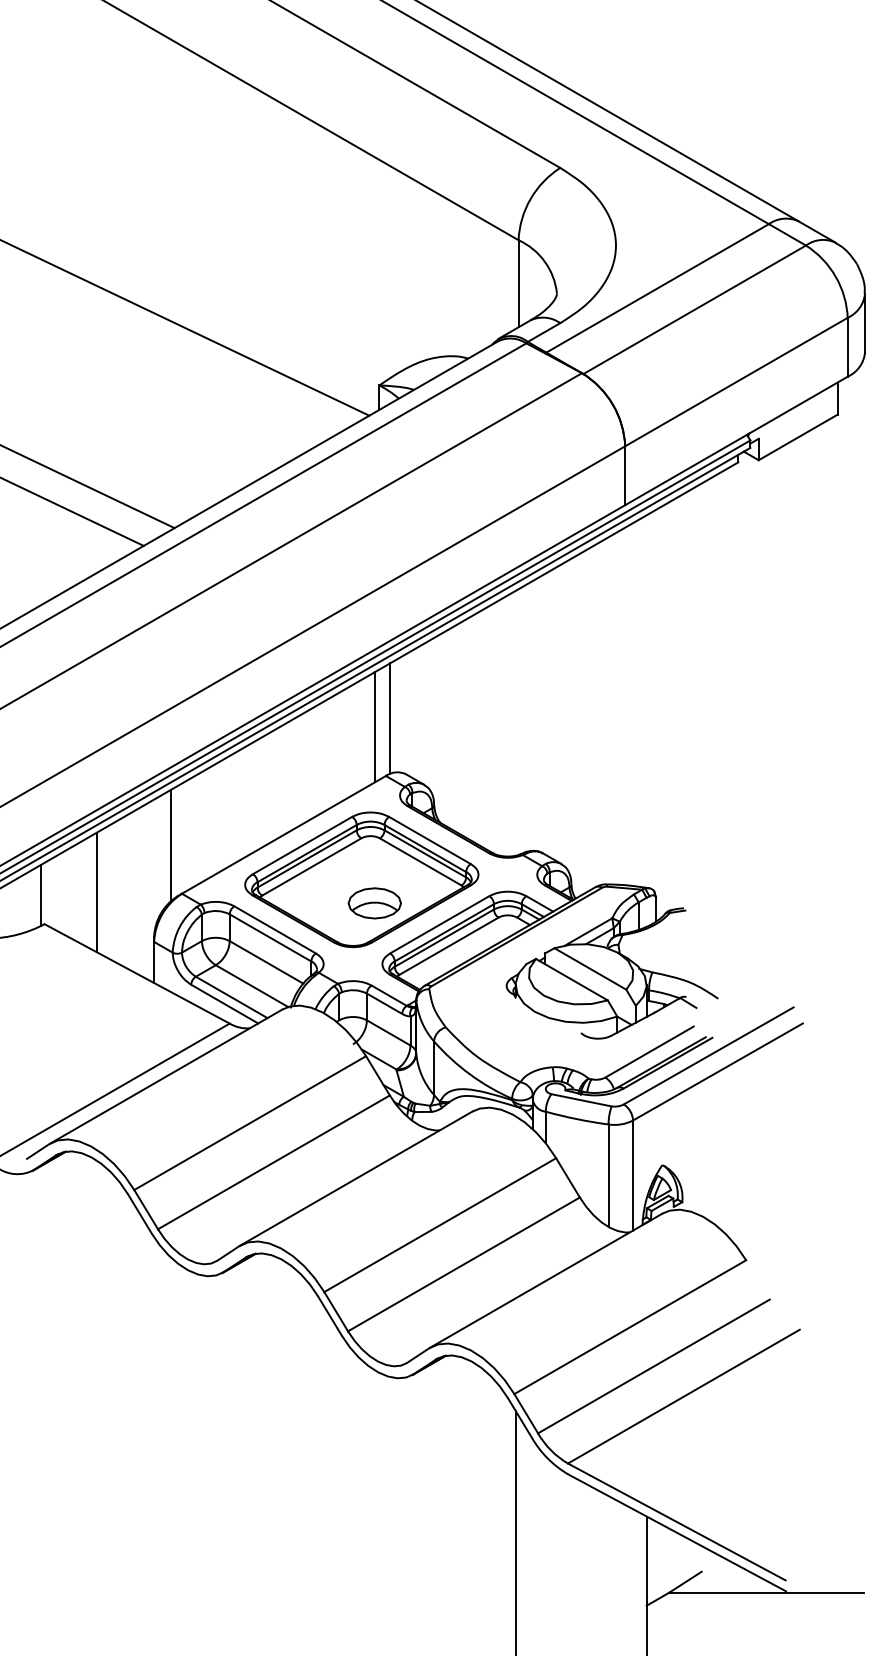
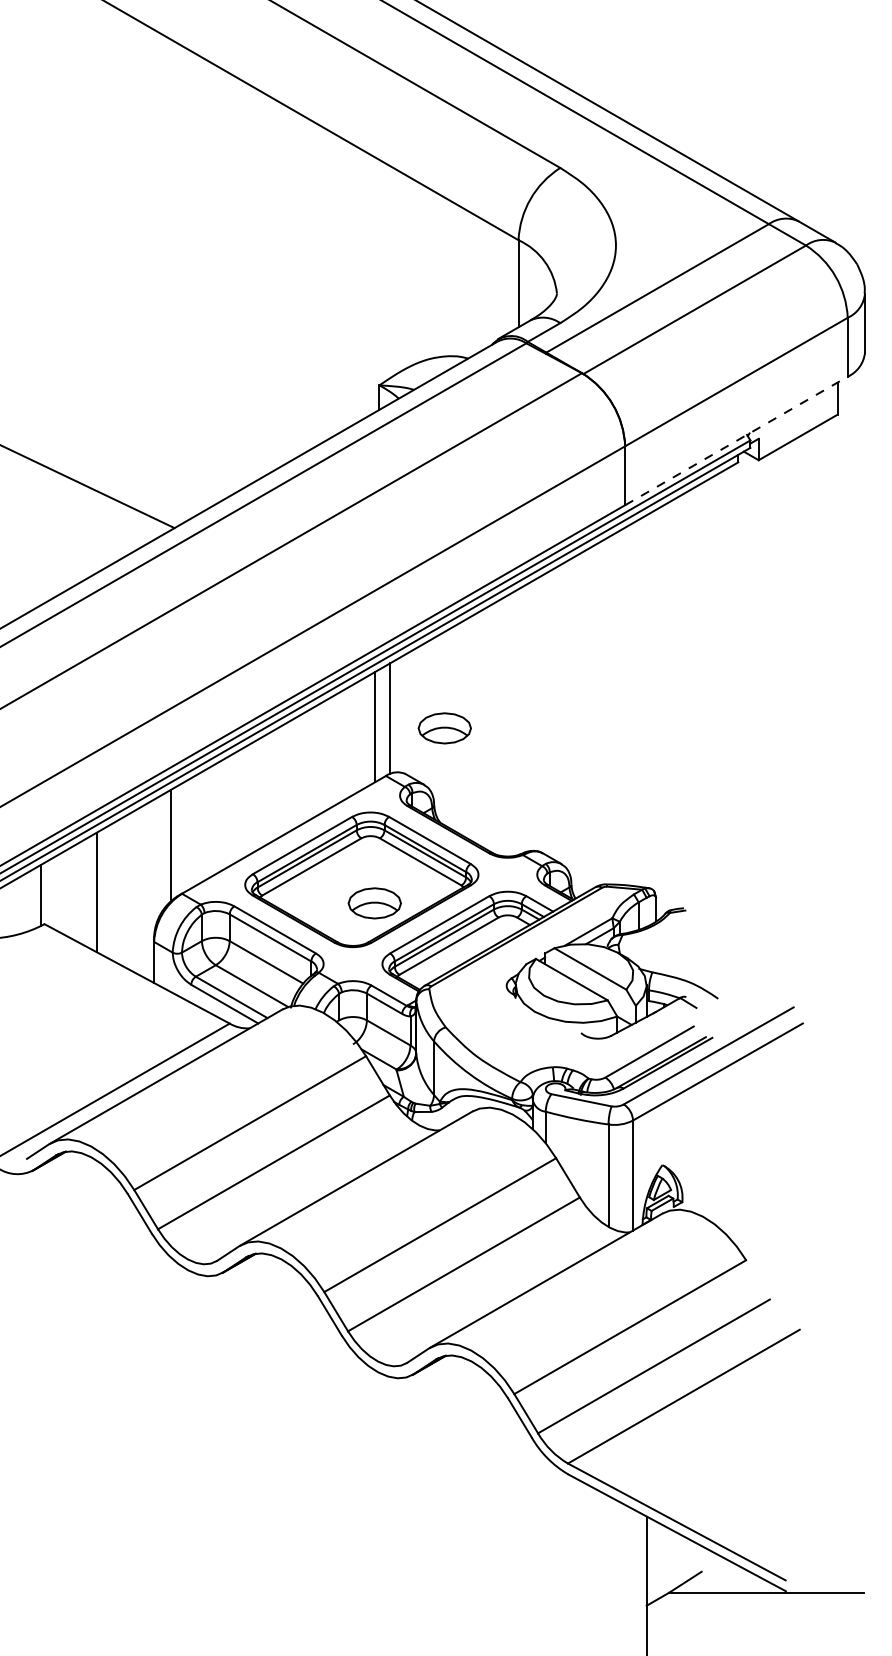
line at (185, 328): present -> none
line at (736, 440): solid -> dashed
line at (72, 511): present -> none
part at (444, 728): none -> present
line at (515, 1531): present -> none
